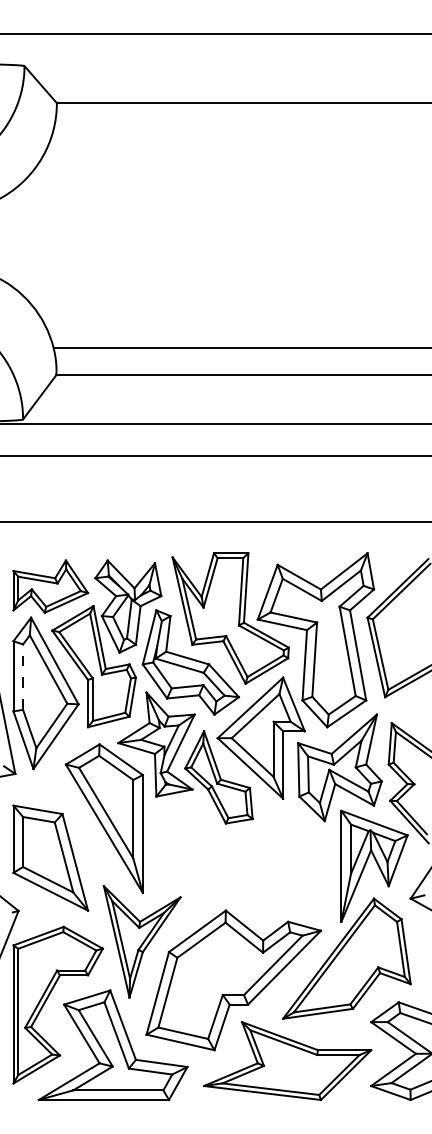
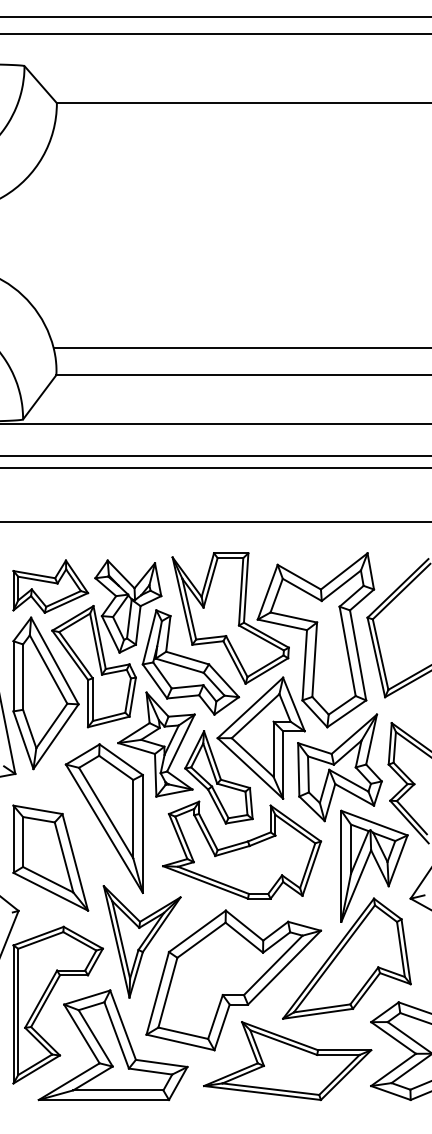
line at (215, 16): none -> present
line at (215, 468): none -> present
line at (23, 677): dashed -> solid
part at (242, 849): none -> present
